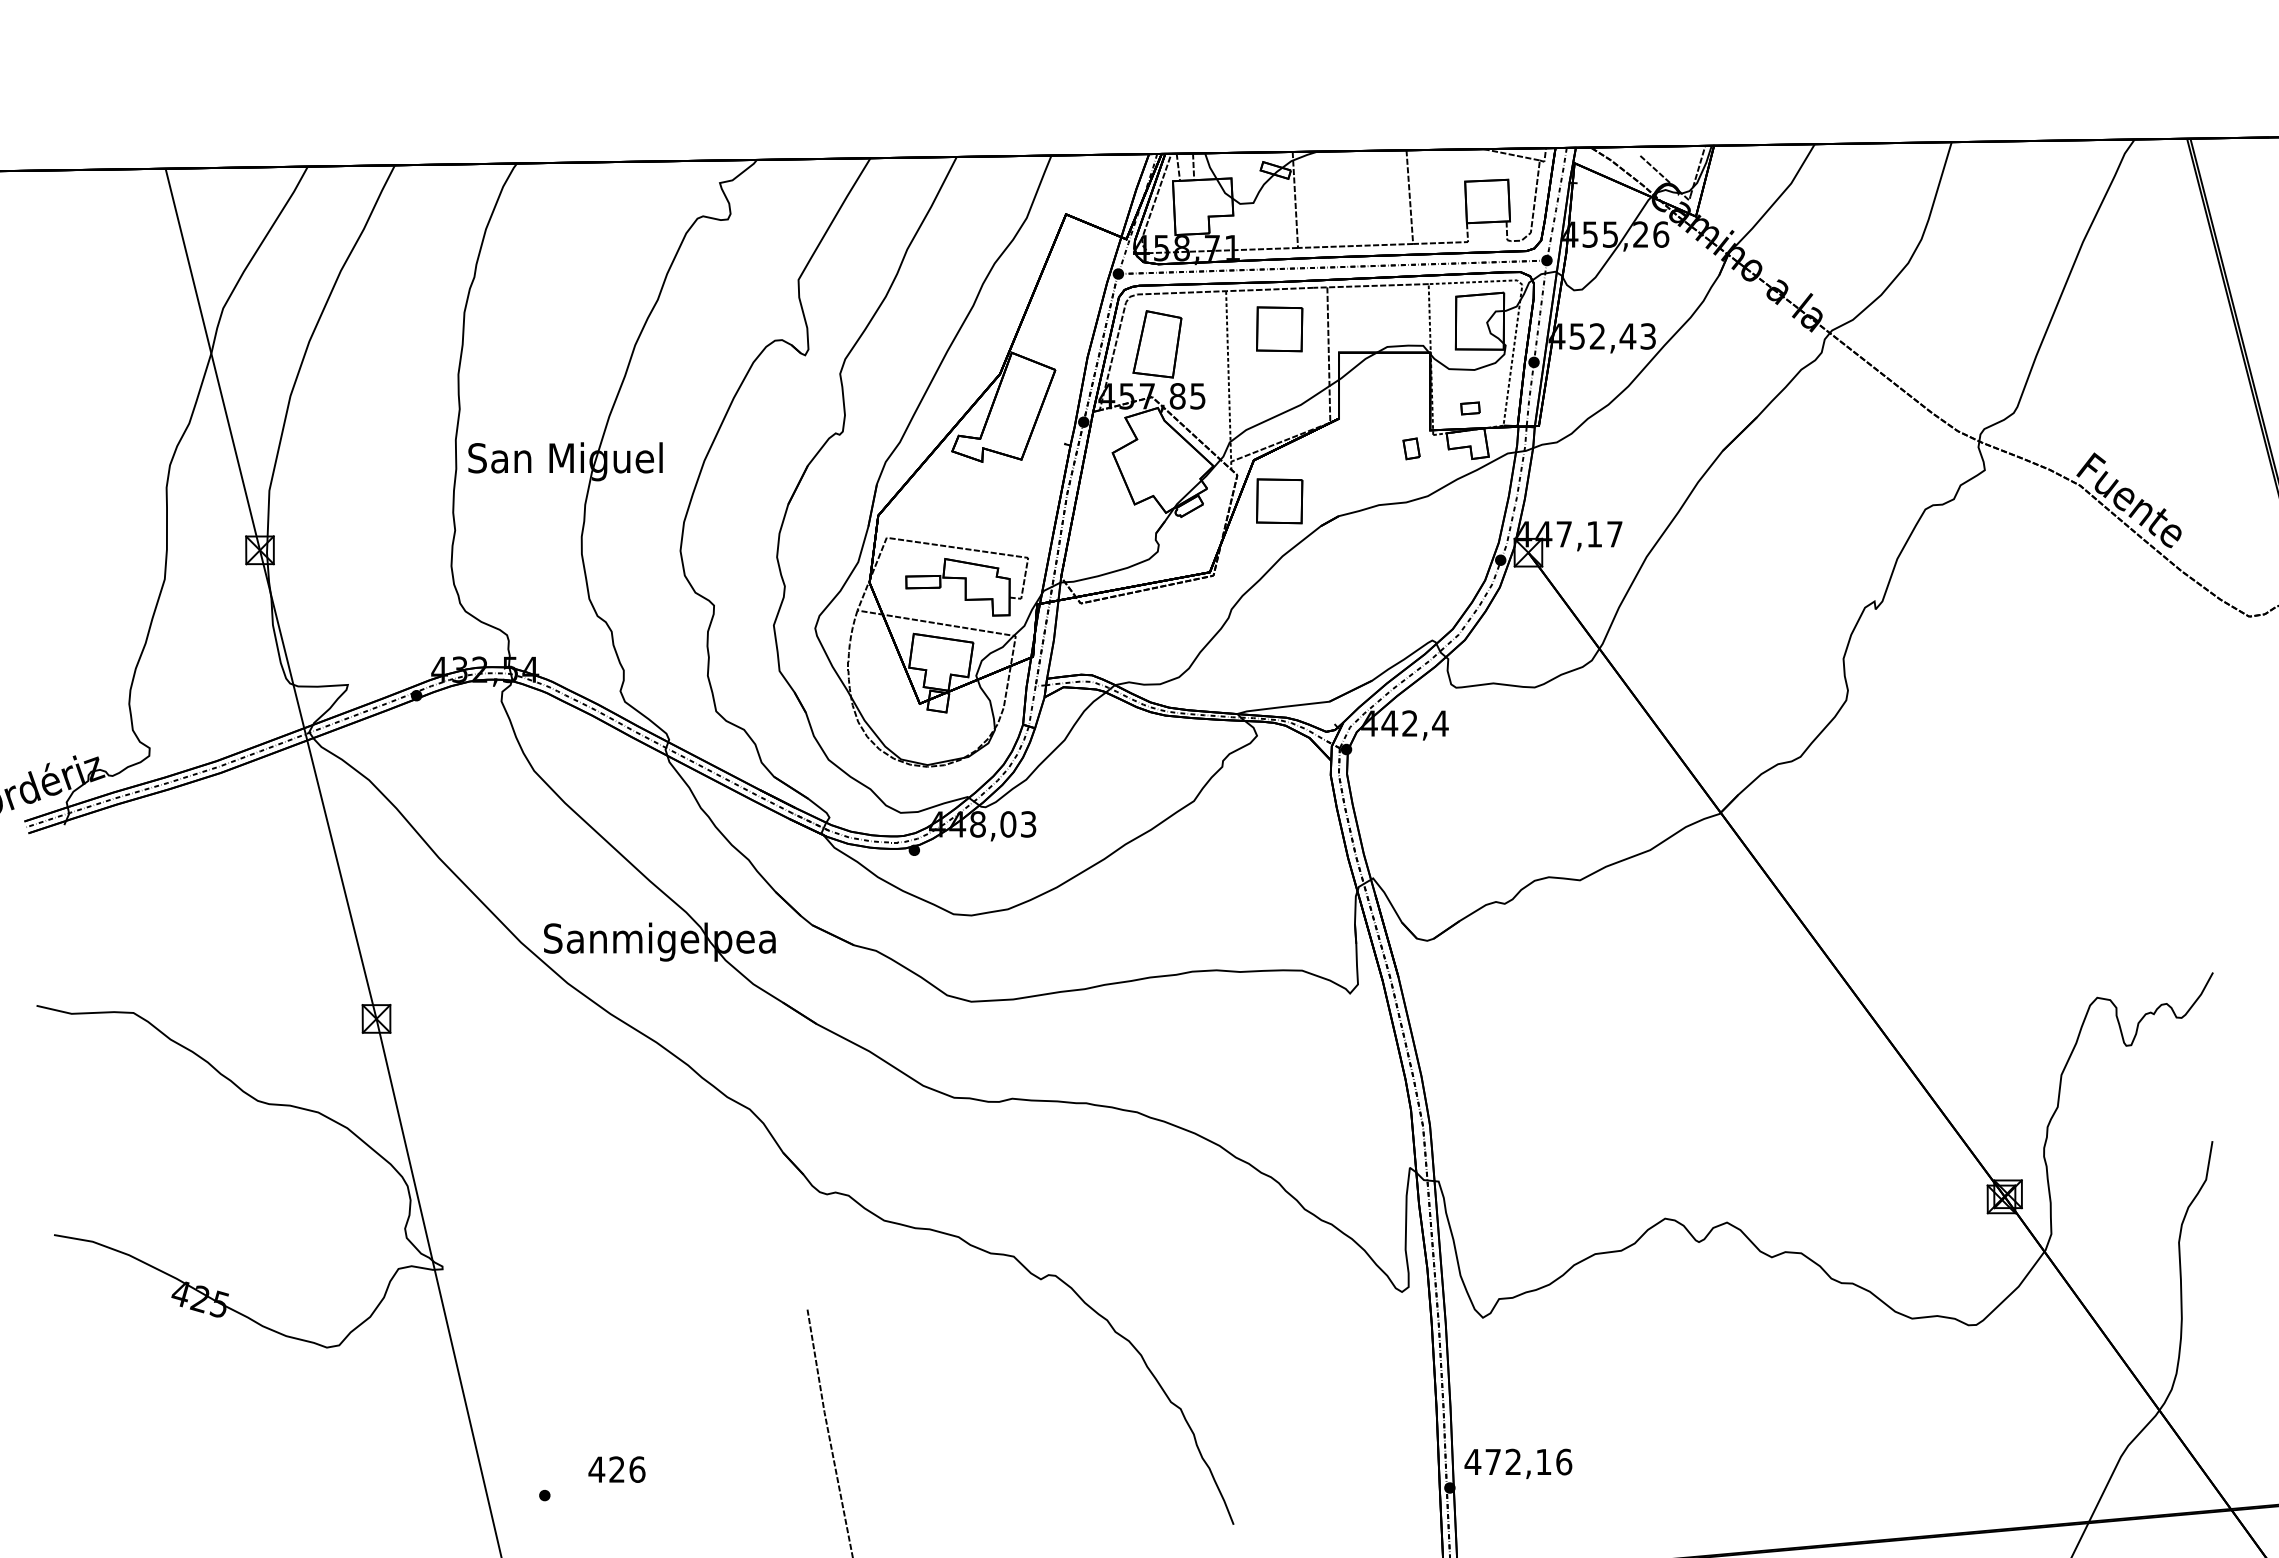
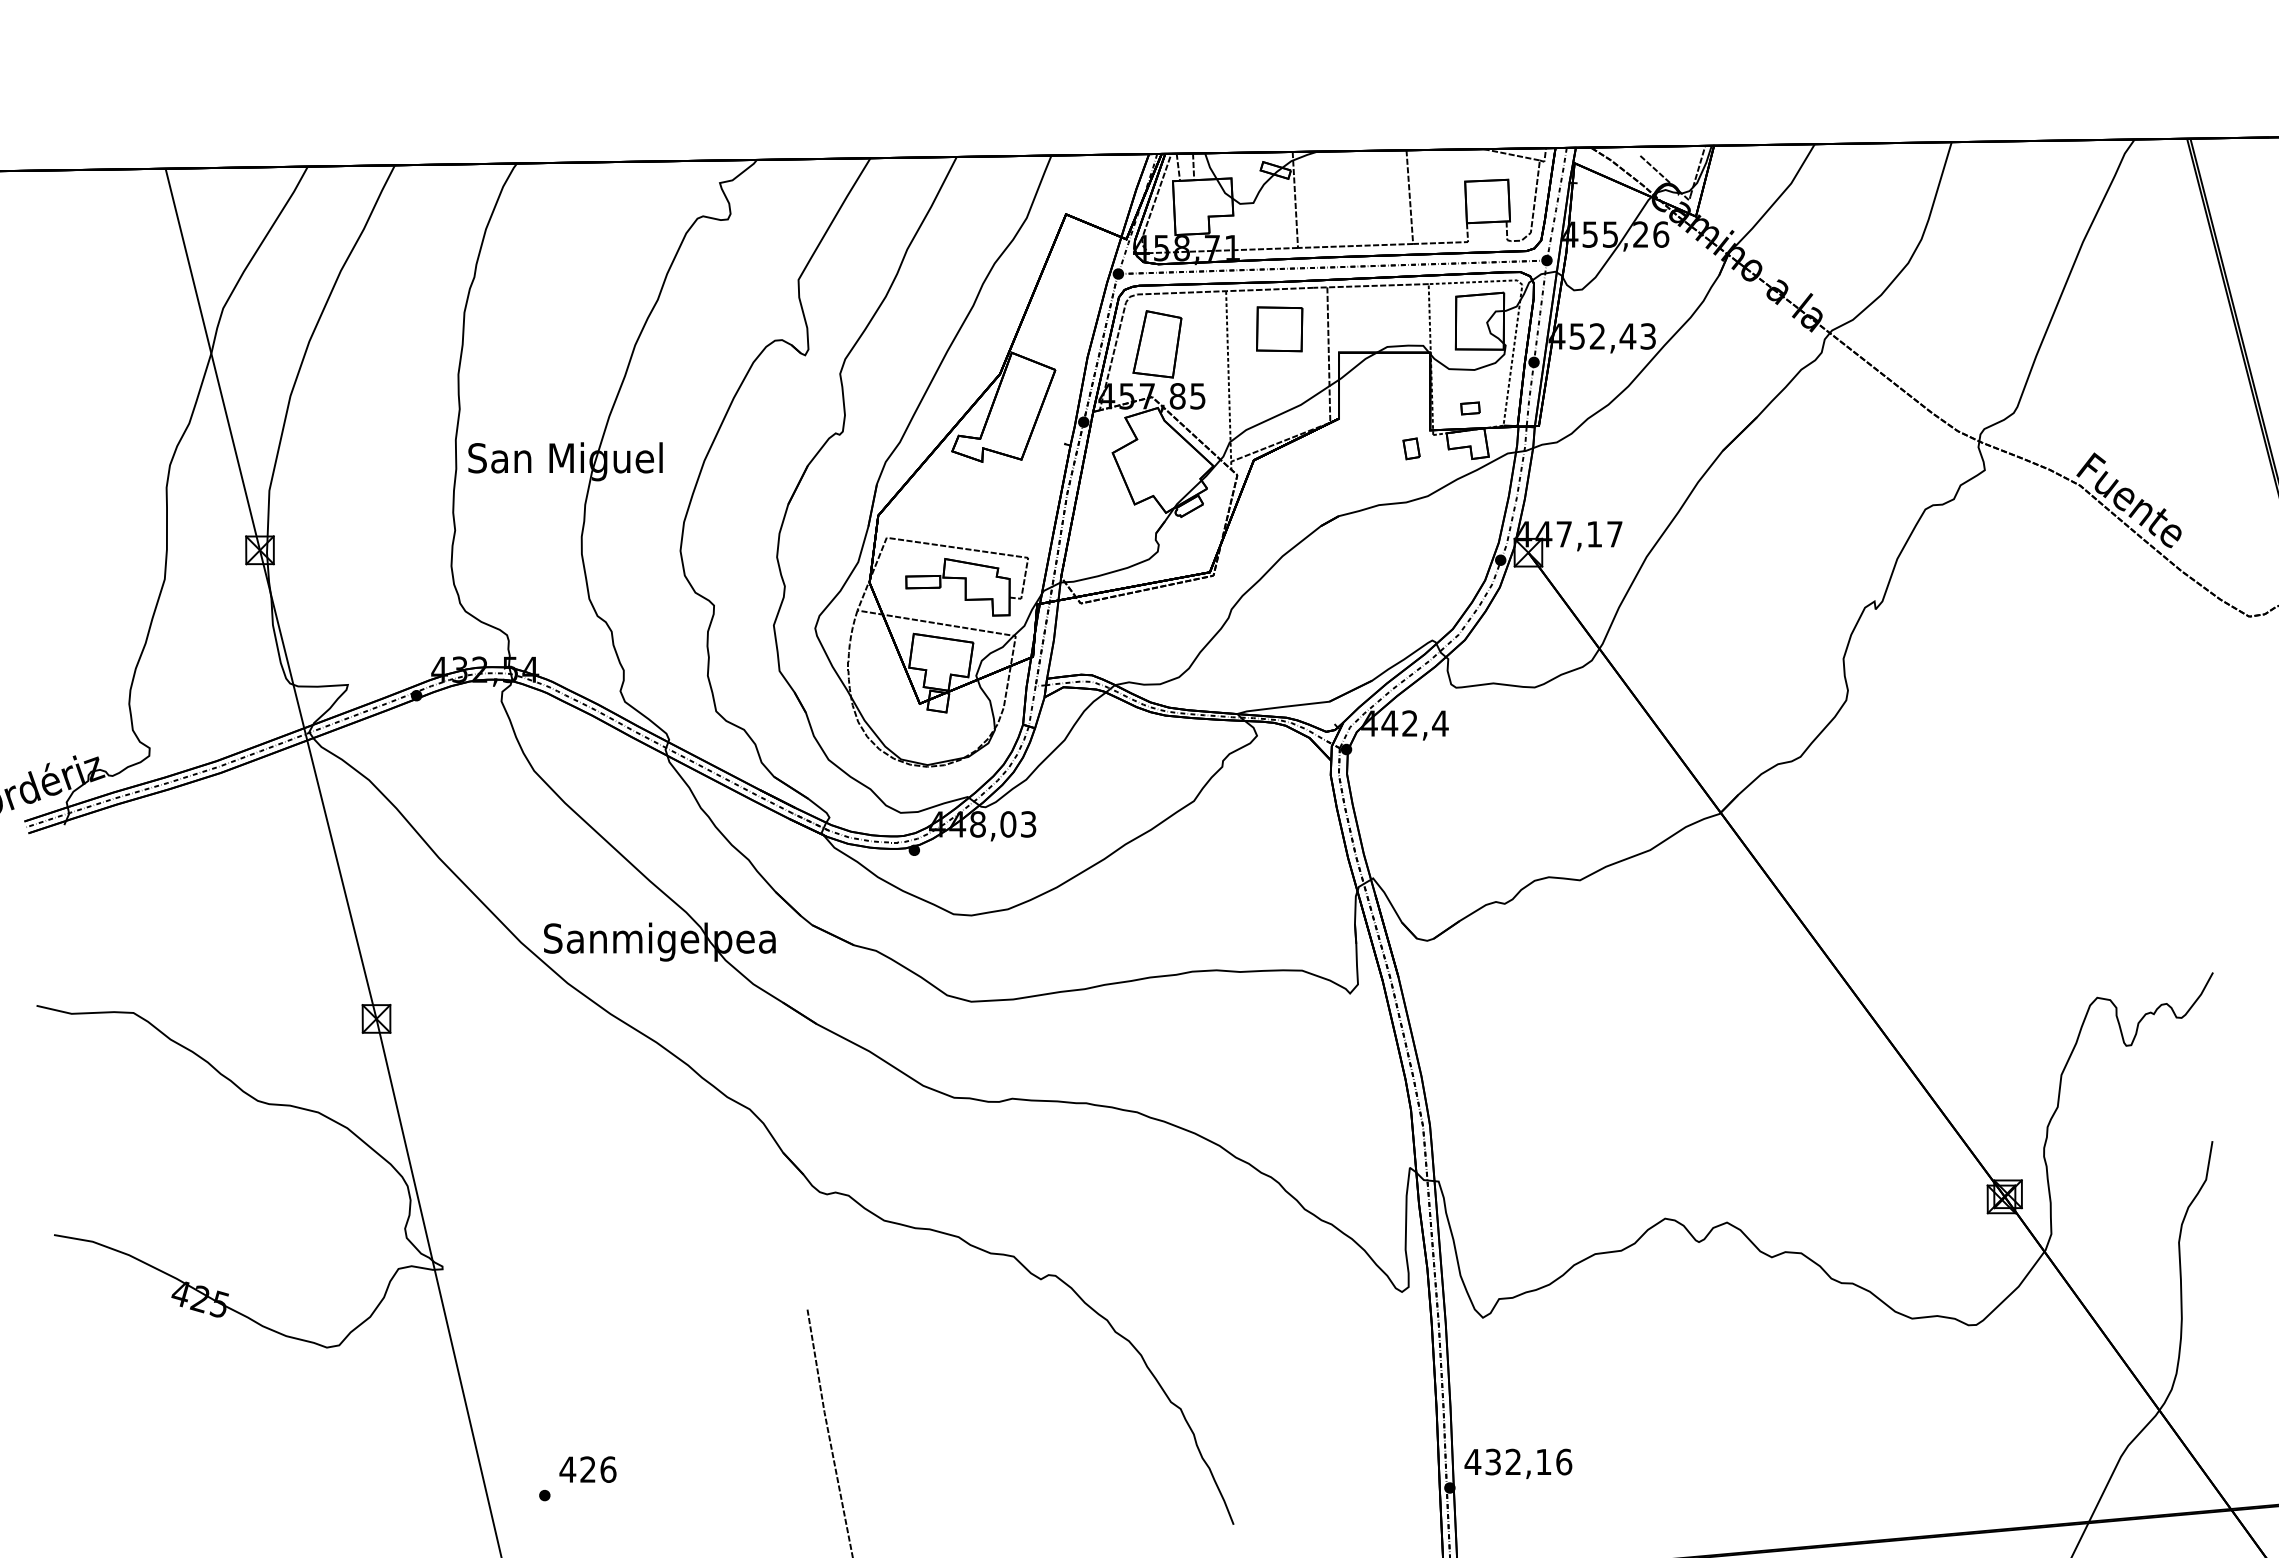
part at (1279, 501): present -> none
text at (1492, 1461): 472,16 -> 432,16
text at (616, 1469) position: (616, 1469) -> (587, 1469)
